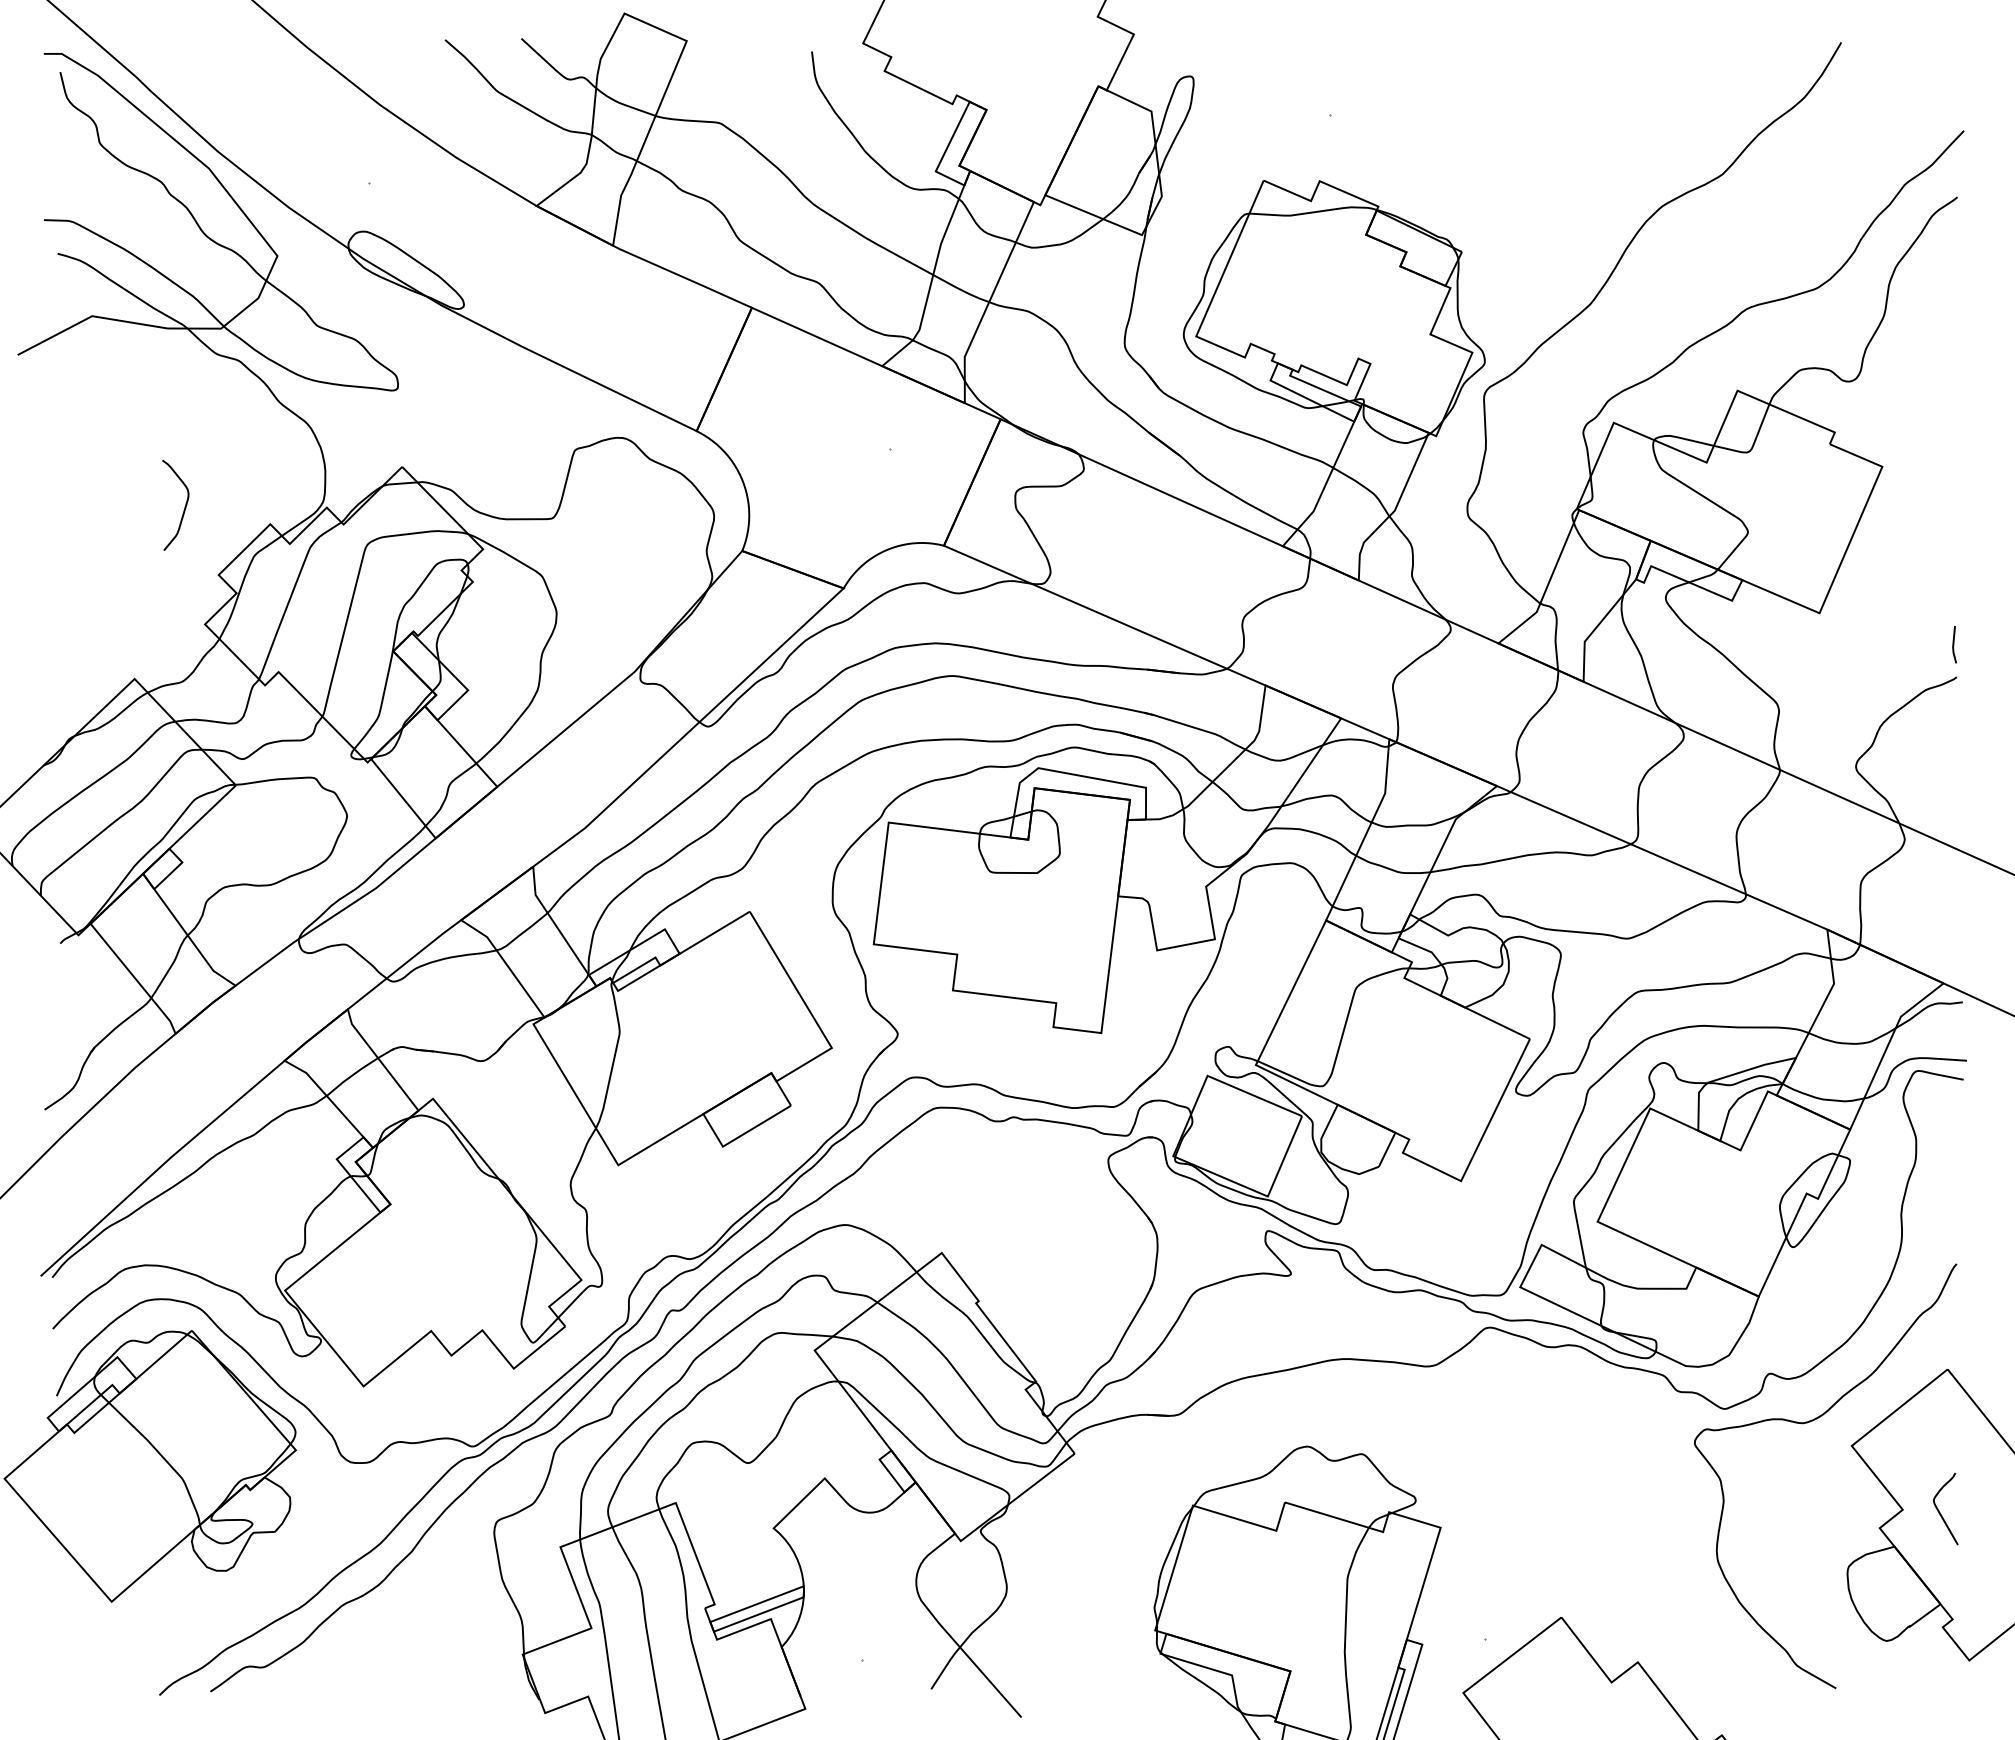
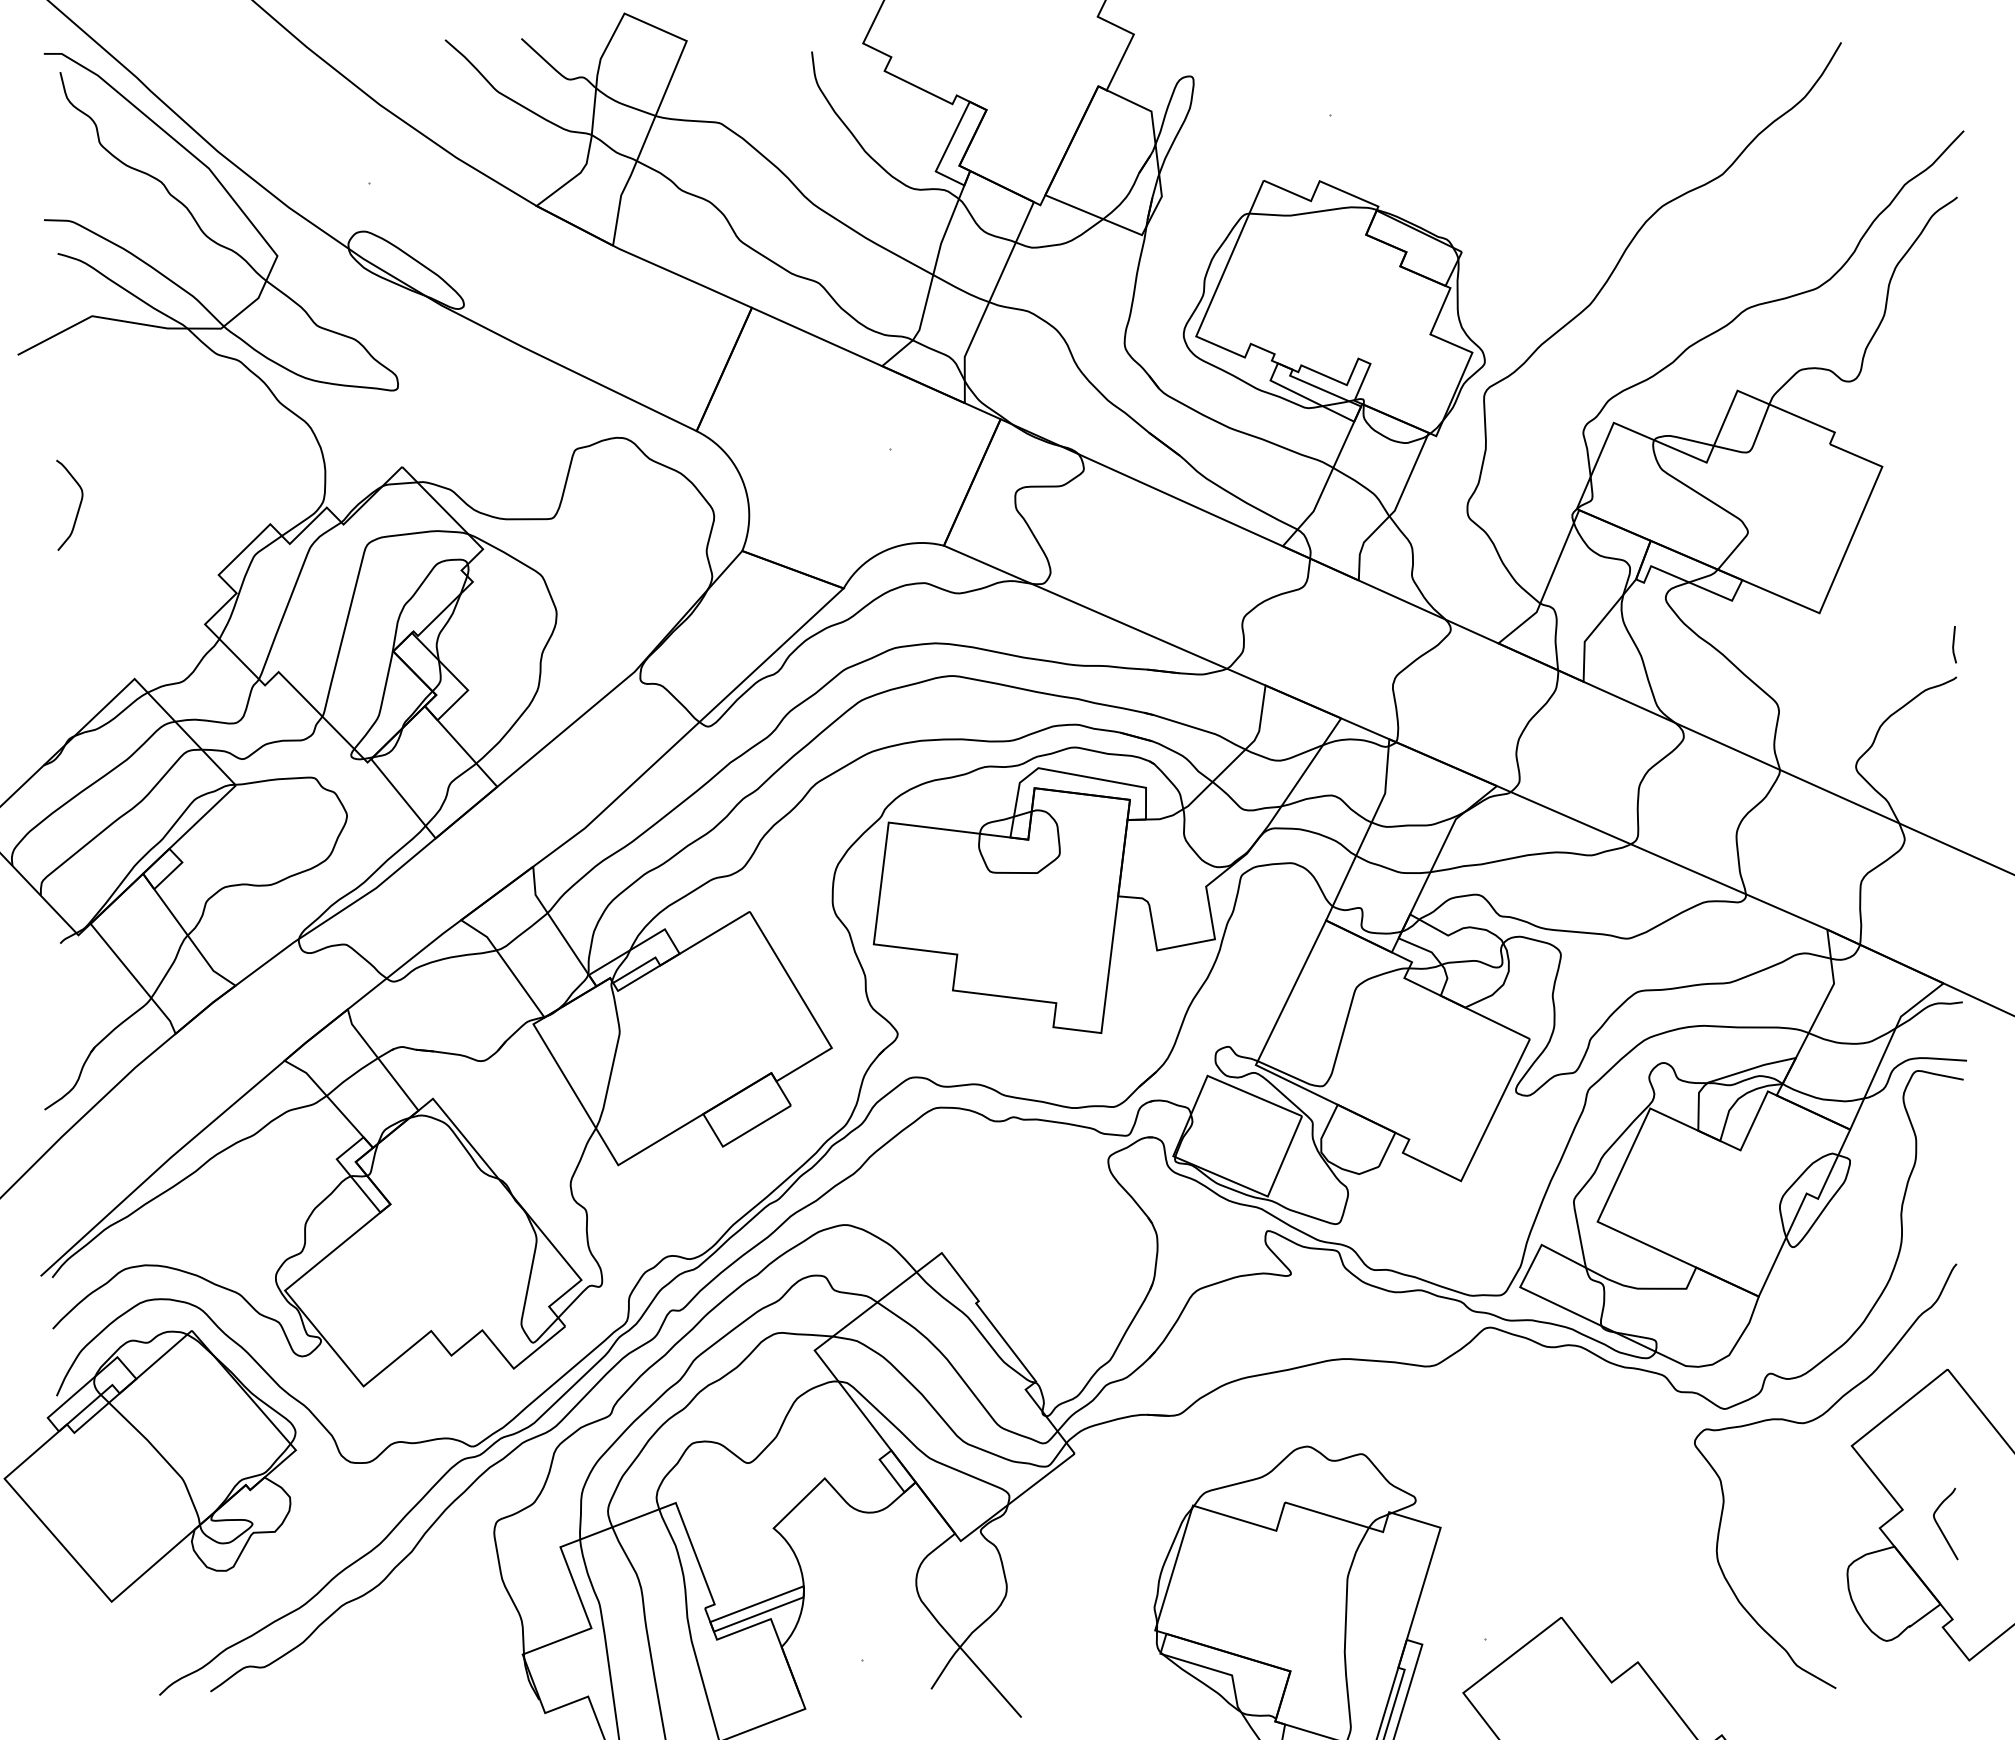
curve at (184, 506) position: (184, 506) -> (78, 506)
curve at (1939, 1510) position: (1939, 1510) -> (1939, 1525)
